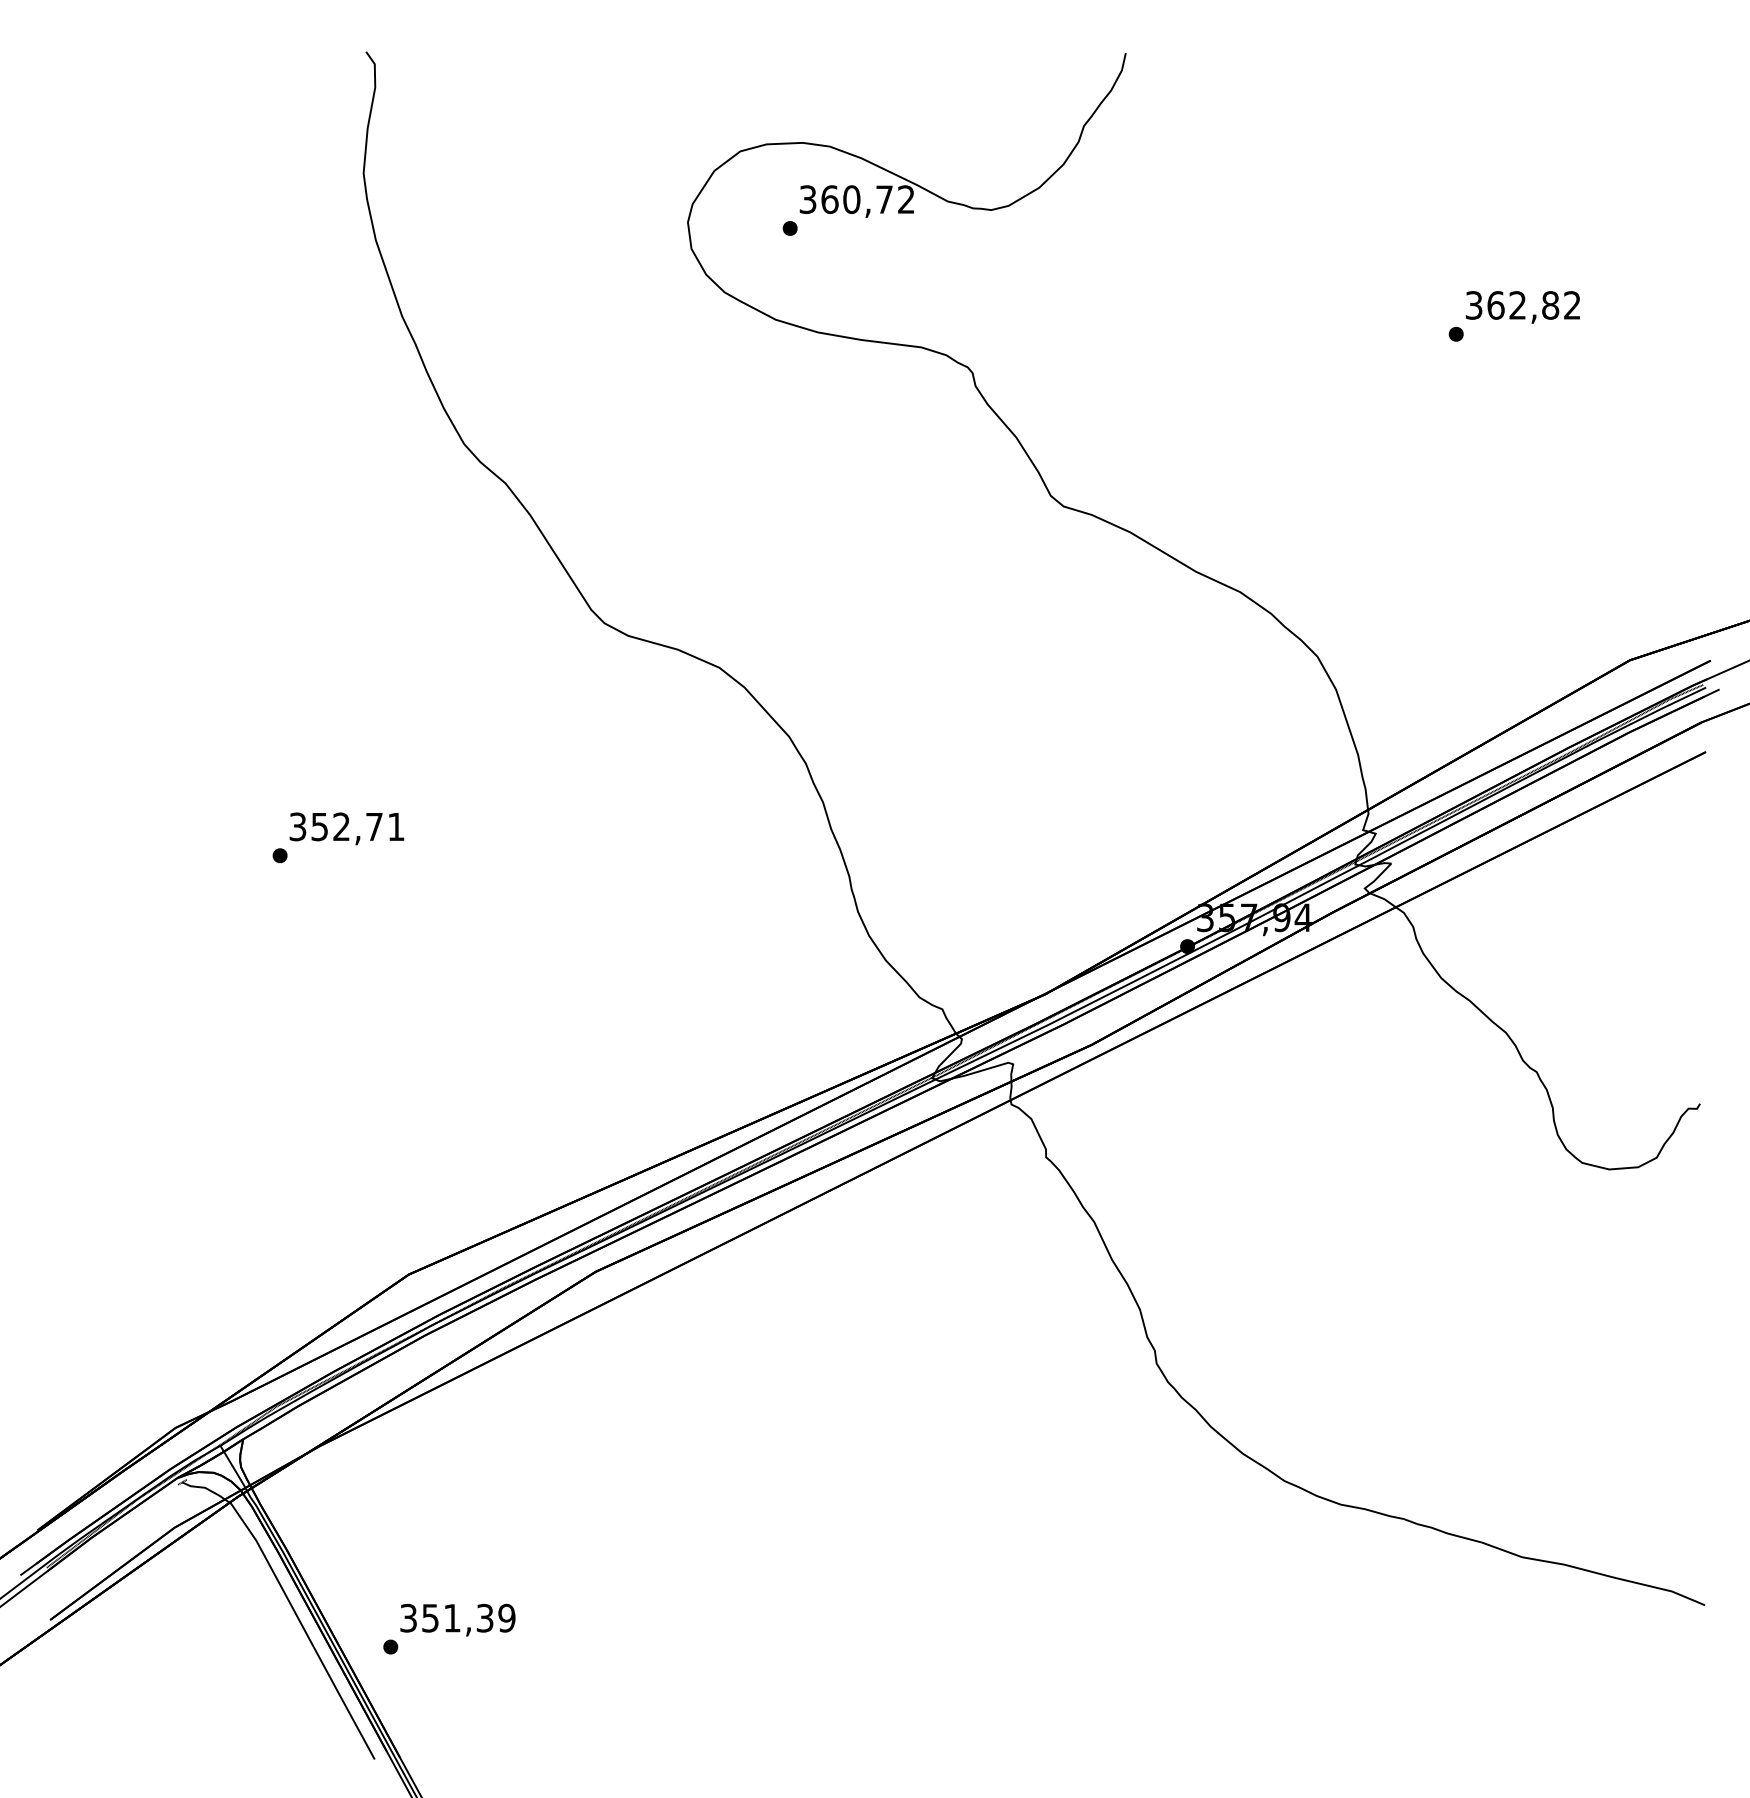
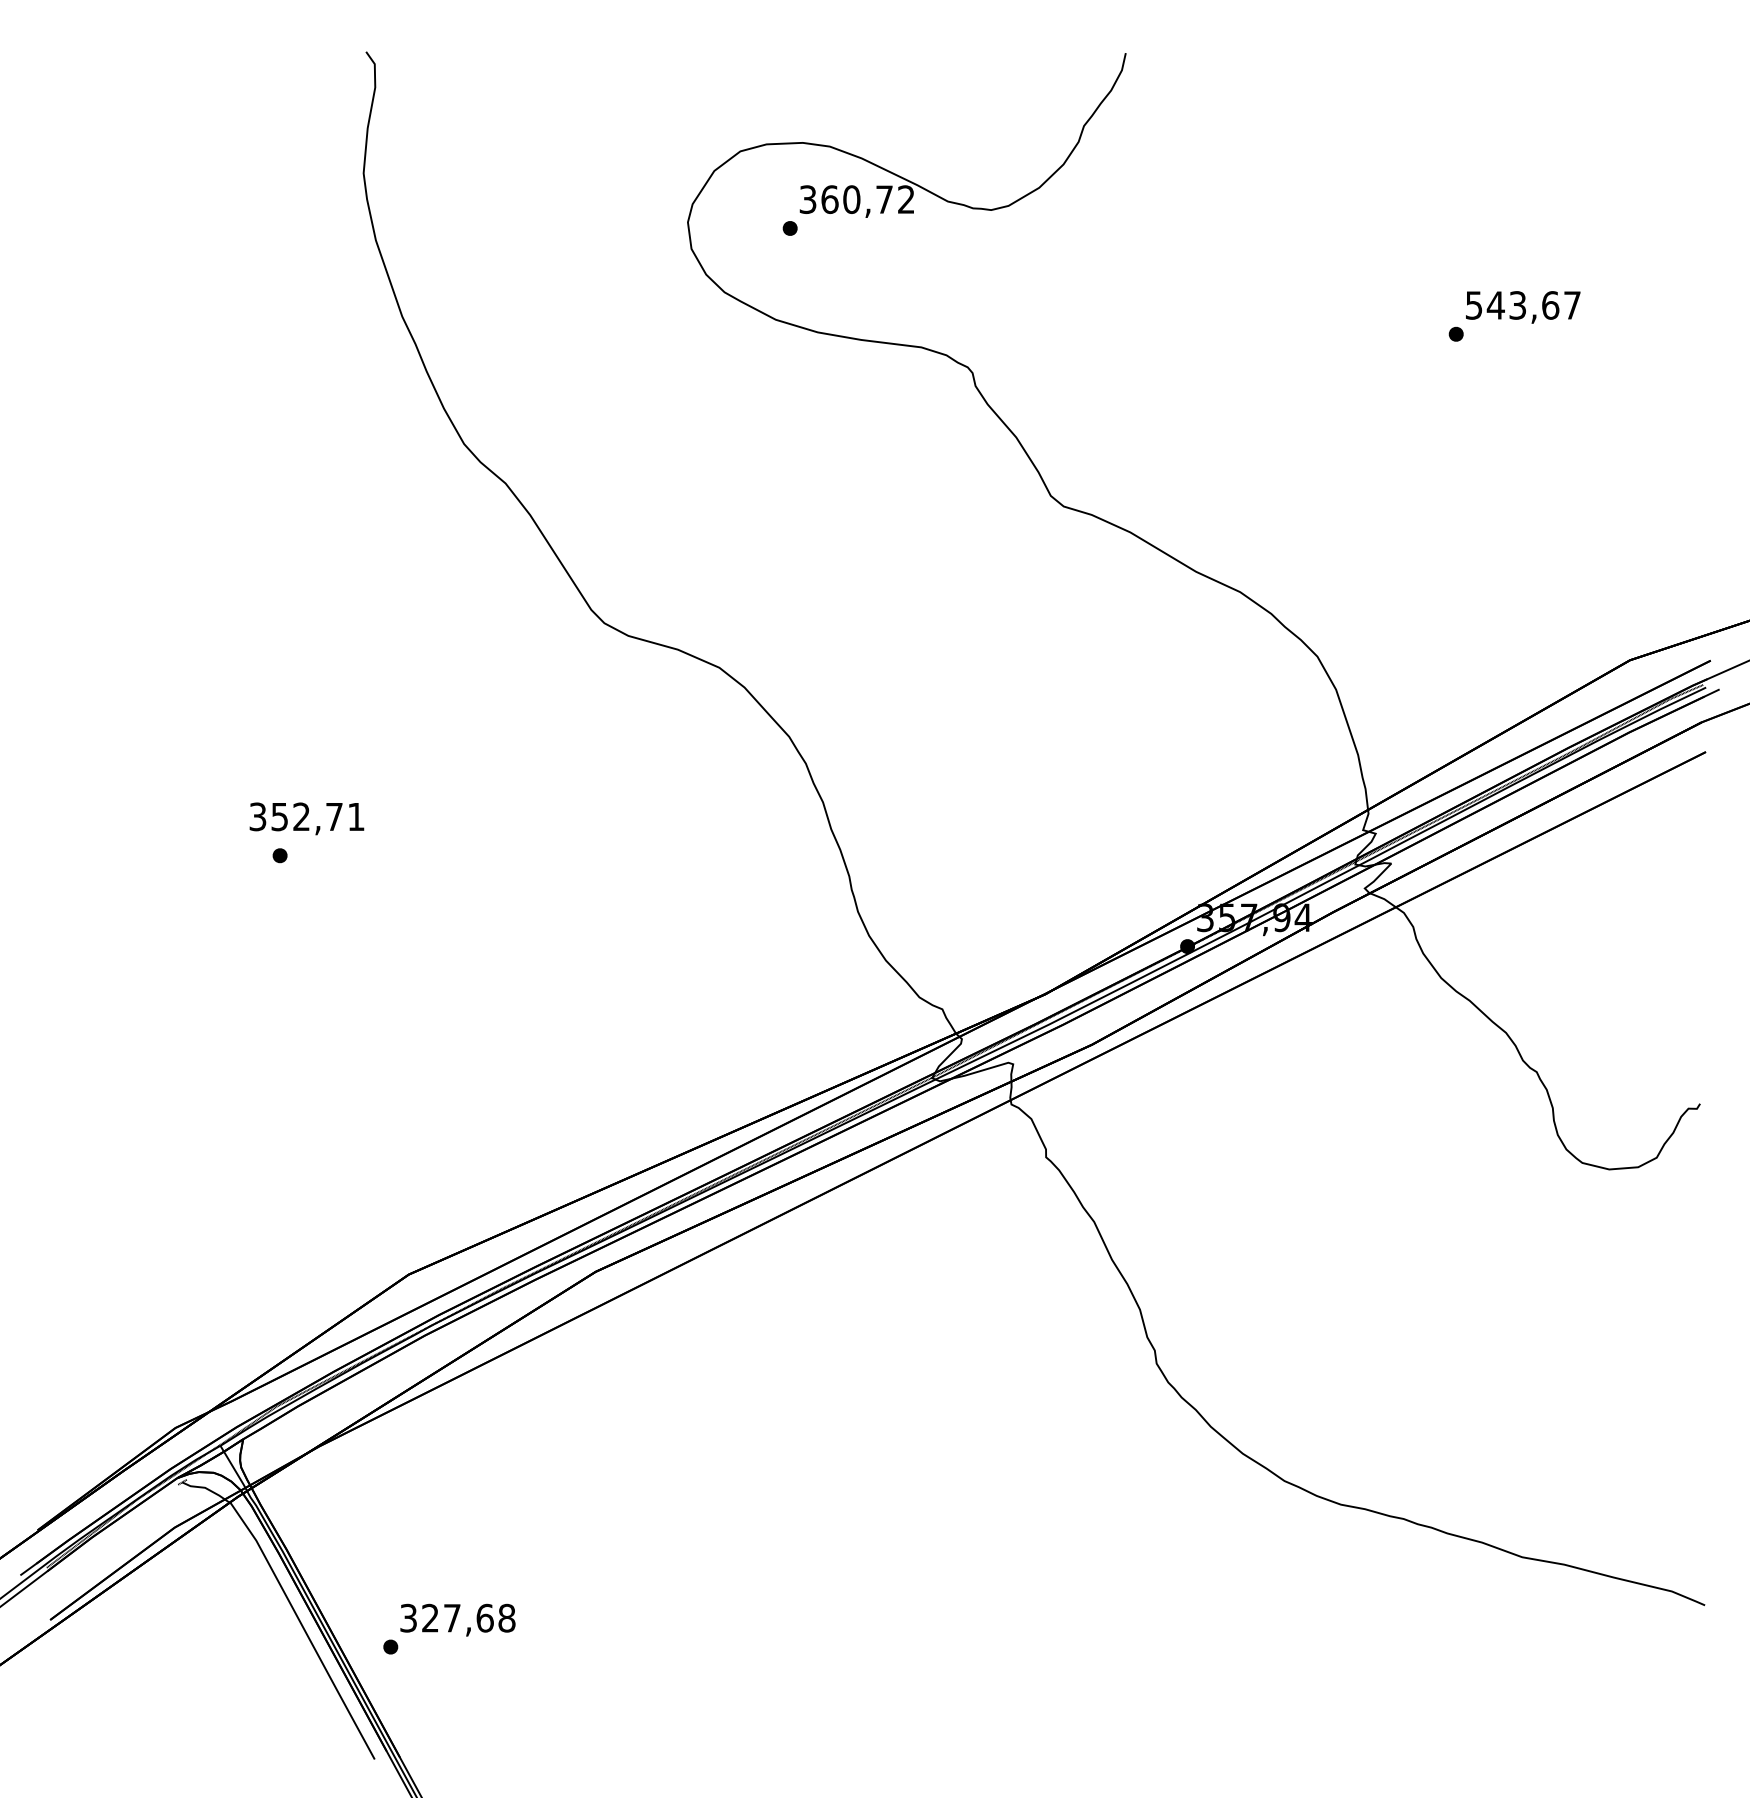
text at (1523, 305): 362,82 -> 543,67
text at (346, 828) position: (346, 828) -> (306, 818)
text at (468, 1617): 351,39 -> 327,68
